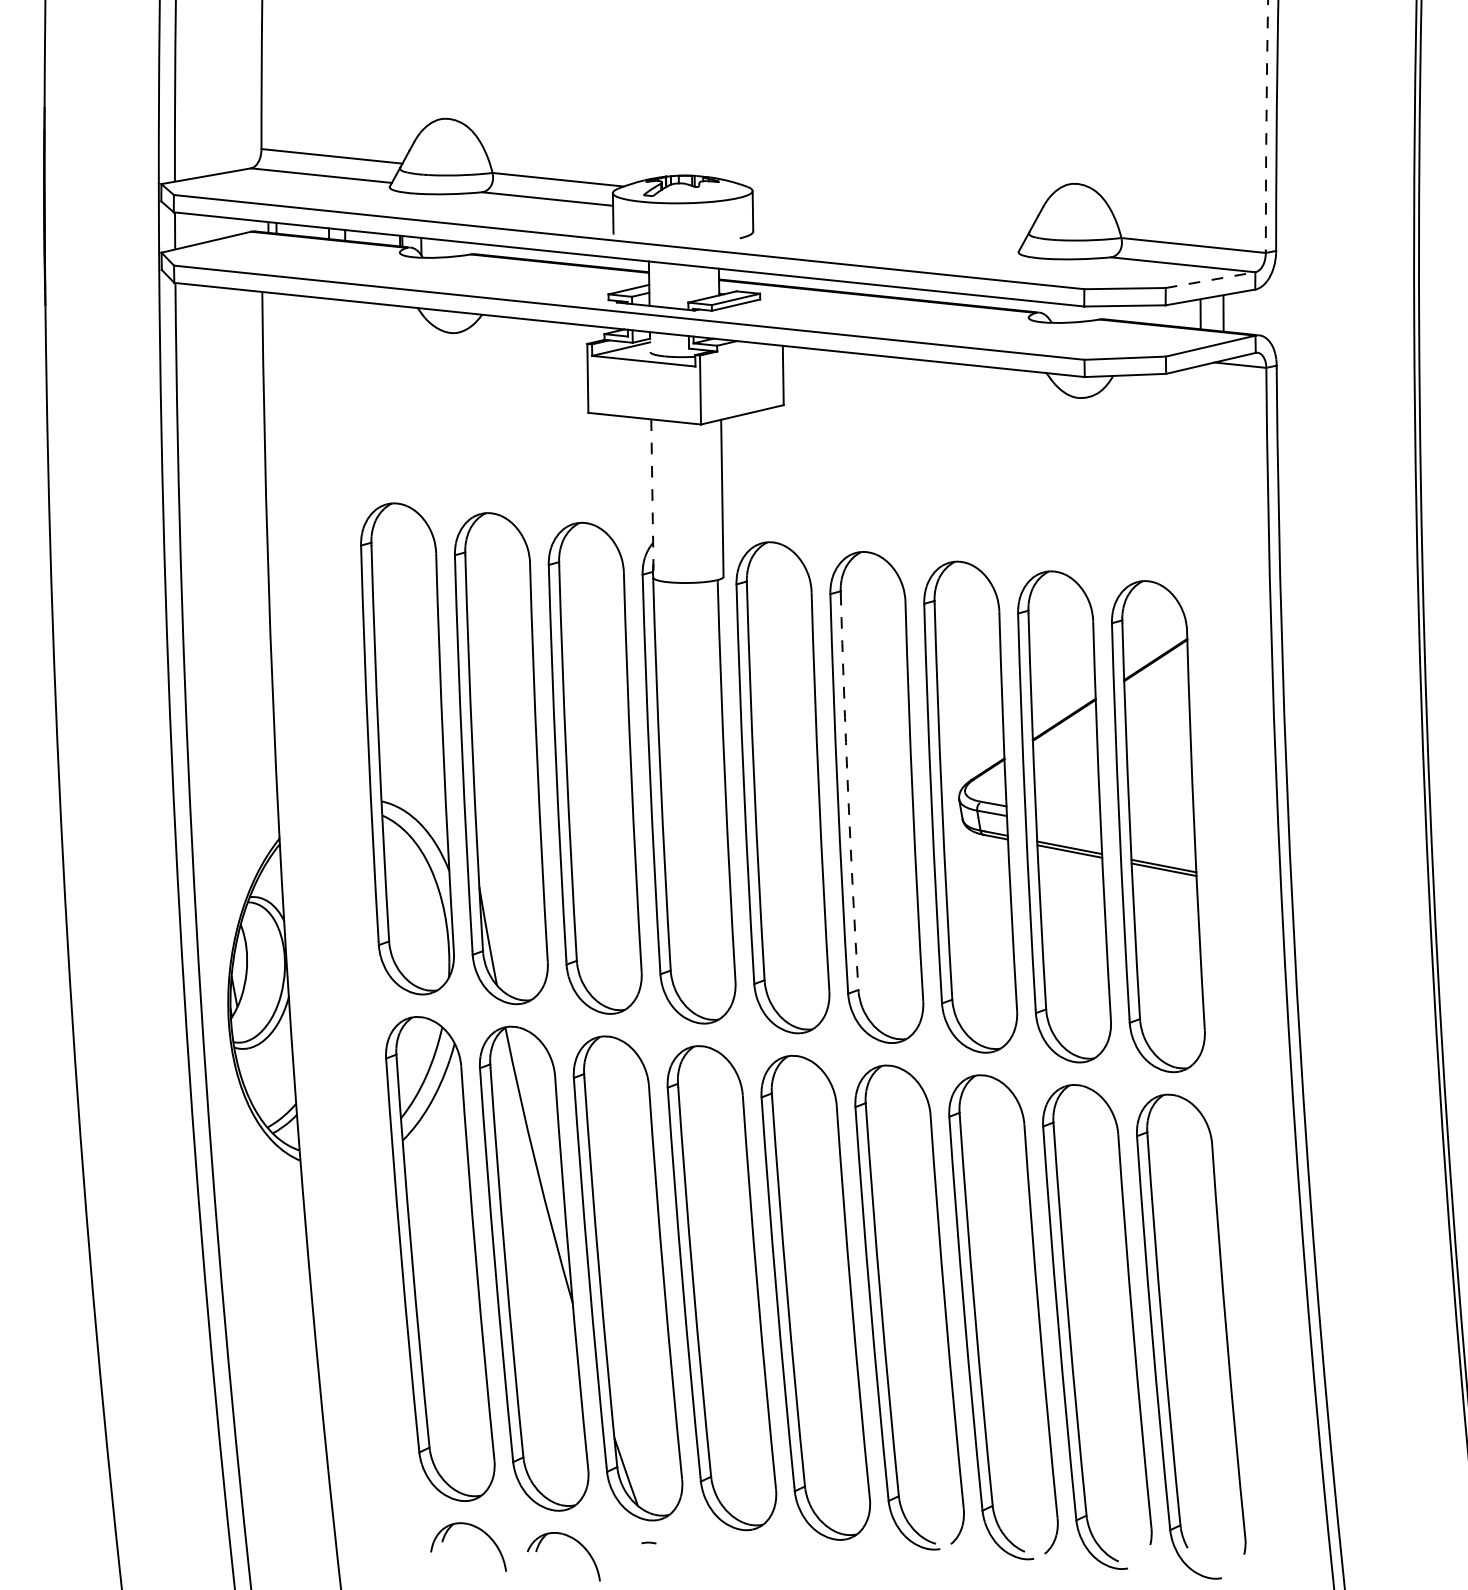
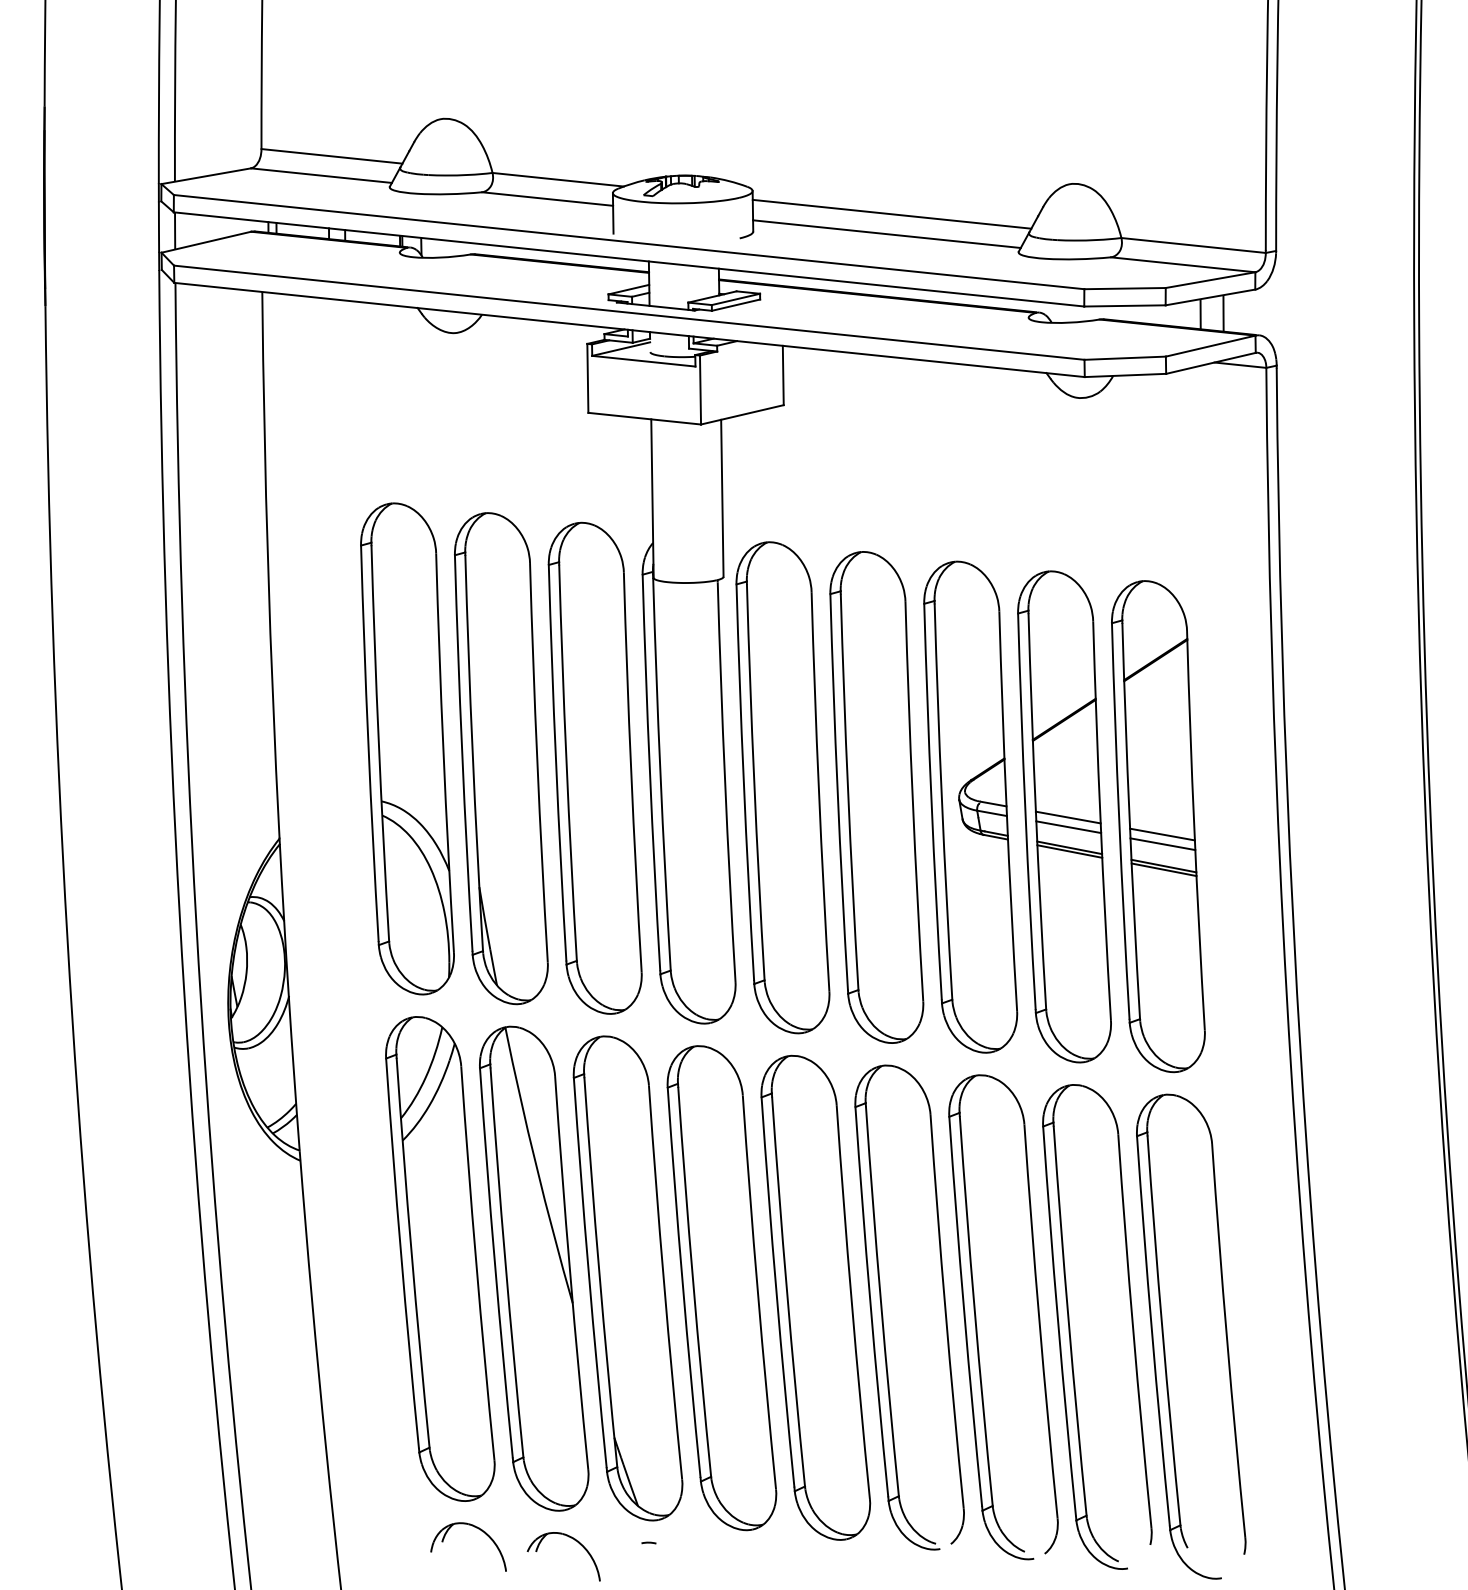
arc at (1266, 126): dashed -> solid
line at (891, 213): none -> present
line at (886, 234): none -> present
line at (1211, 280): dashed -> solid
line at (652, 499): dashed -> solid
arc at (848, 791): dashed -> solid
line at (1067, 817): none -> present
line at (1068, 827): none -> present
line at (1162, 834): none -> present
line at (1162, 844): none -> present
